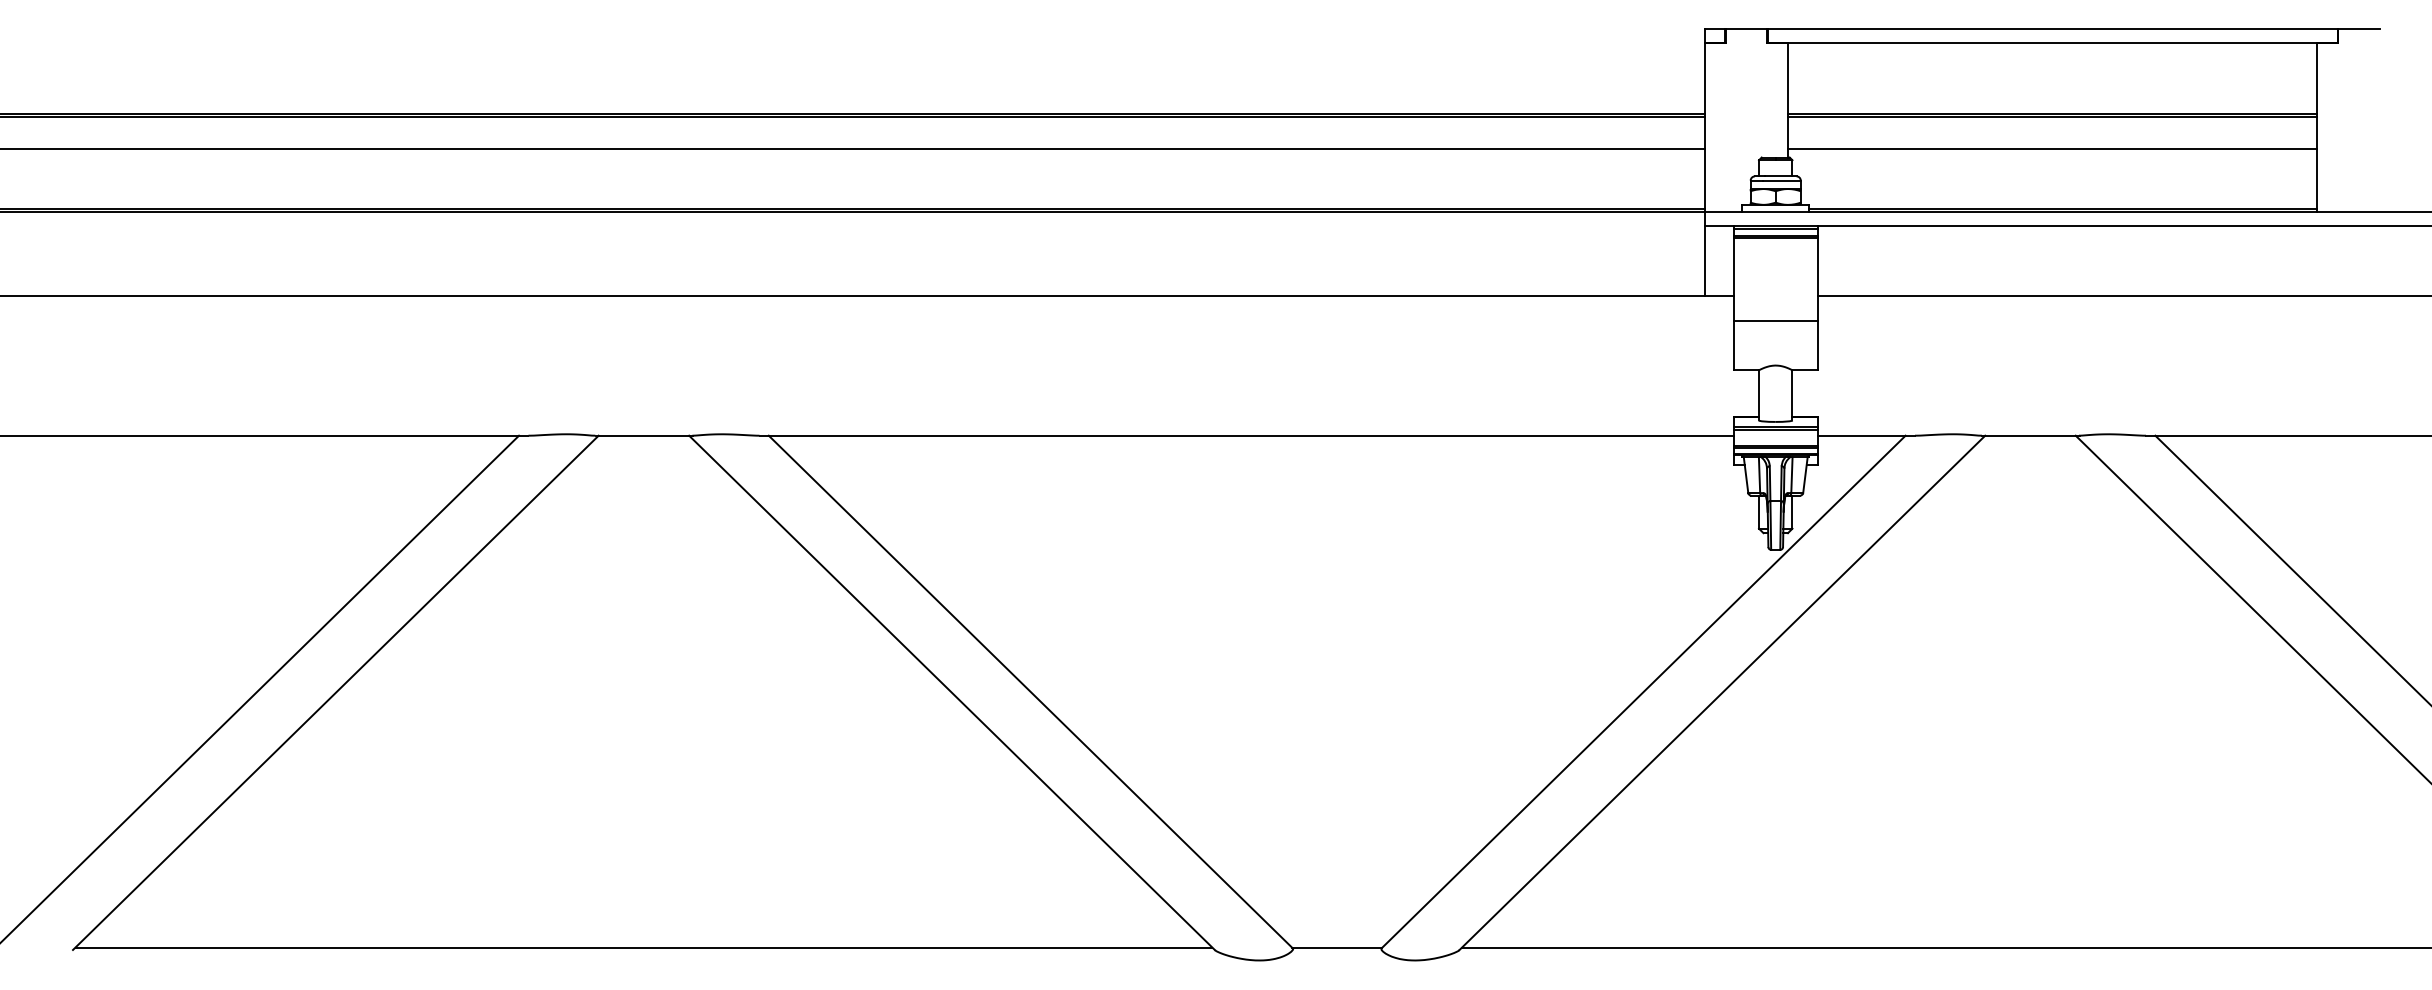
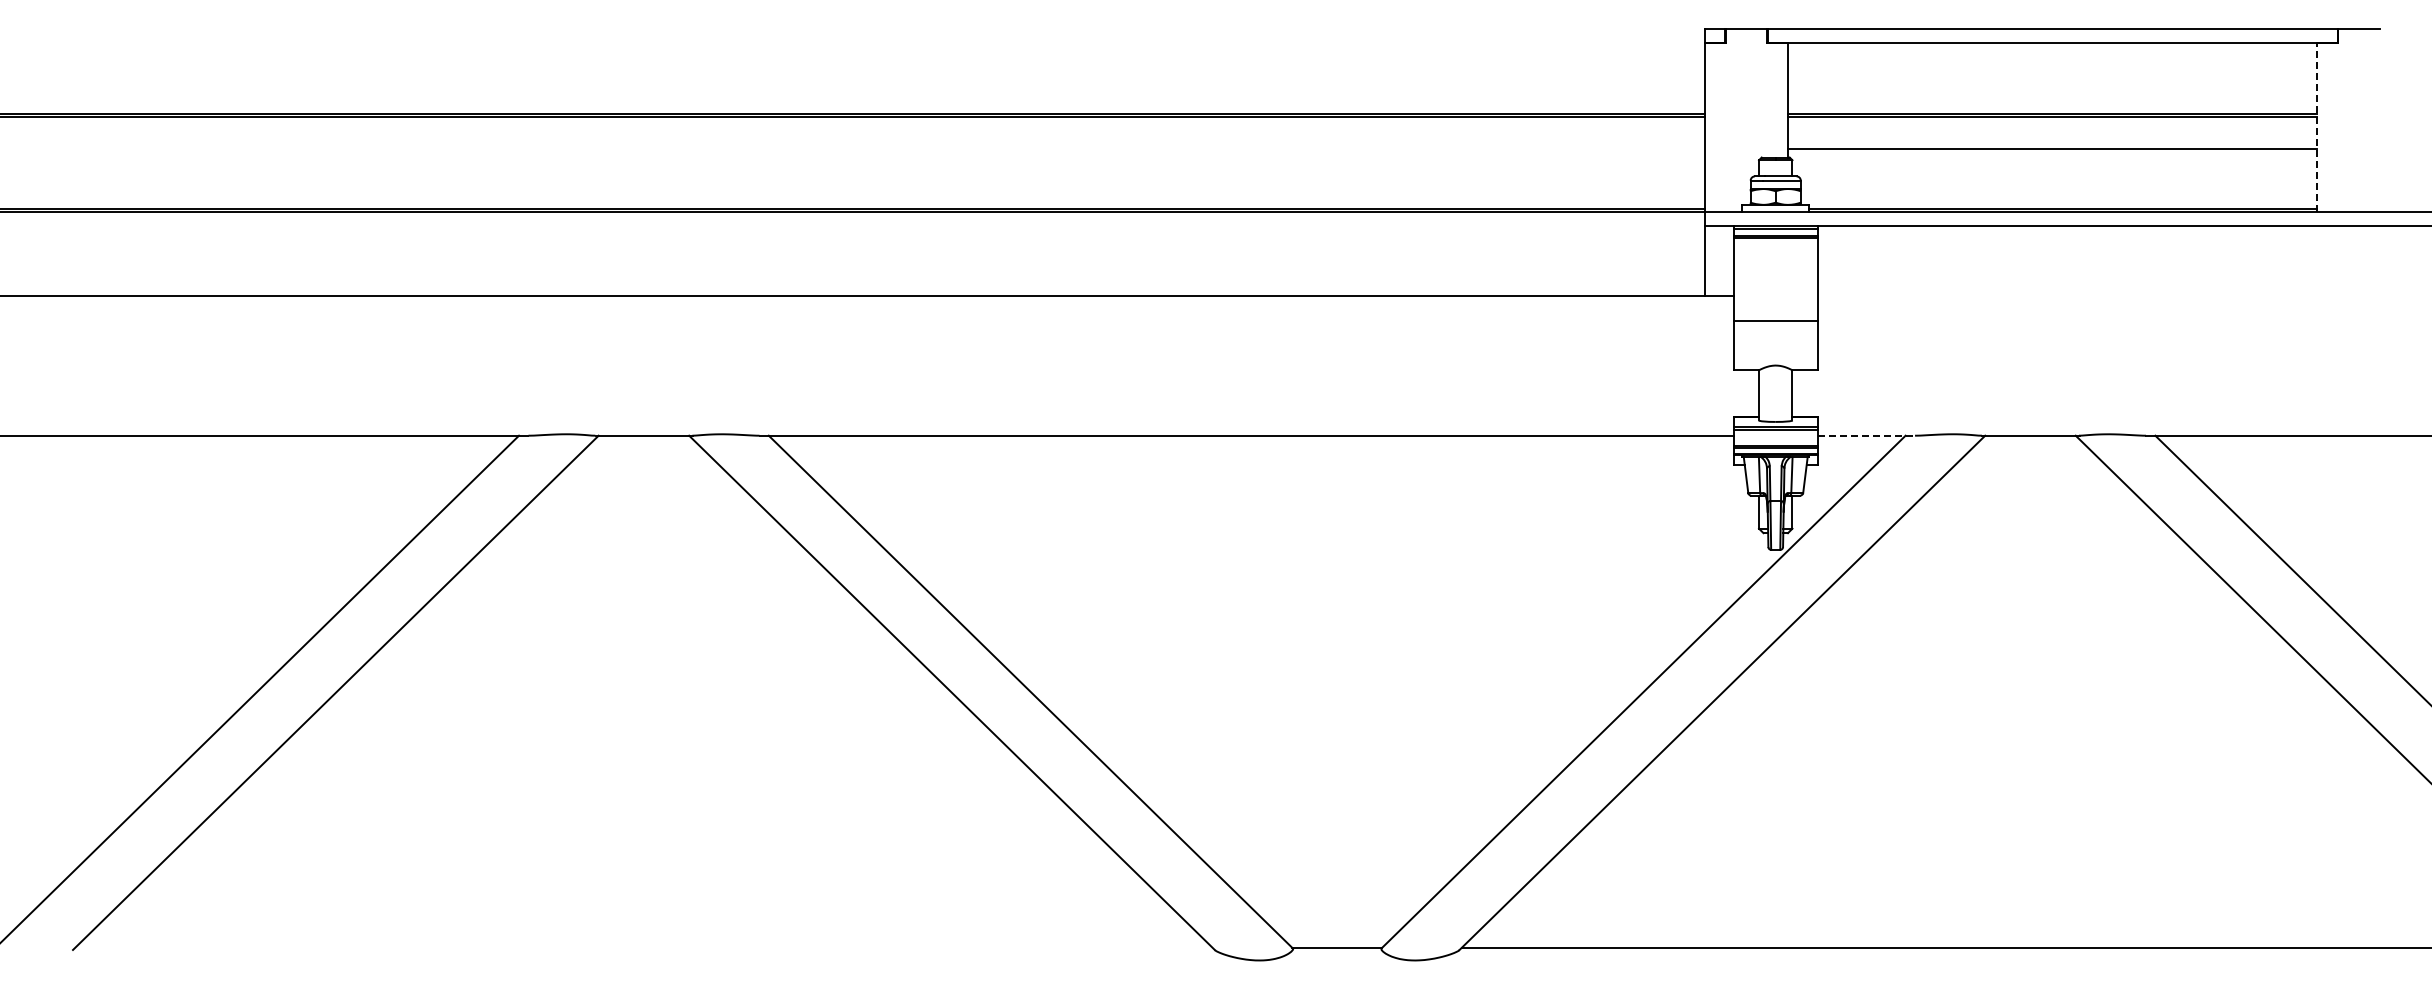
line at (2317, 127): solid -> dashed
line at (853, 149): present -> none
line at (2122, 296): present -> none
line at (1866, 435): solid -> dashed
line at (643, 947): present -> none
